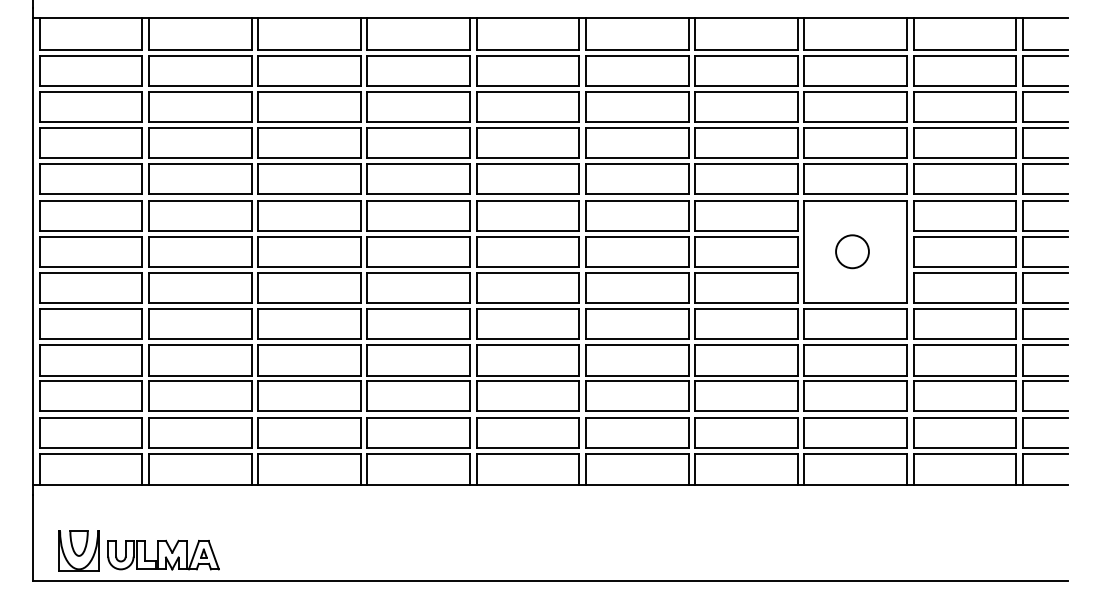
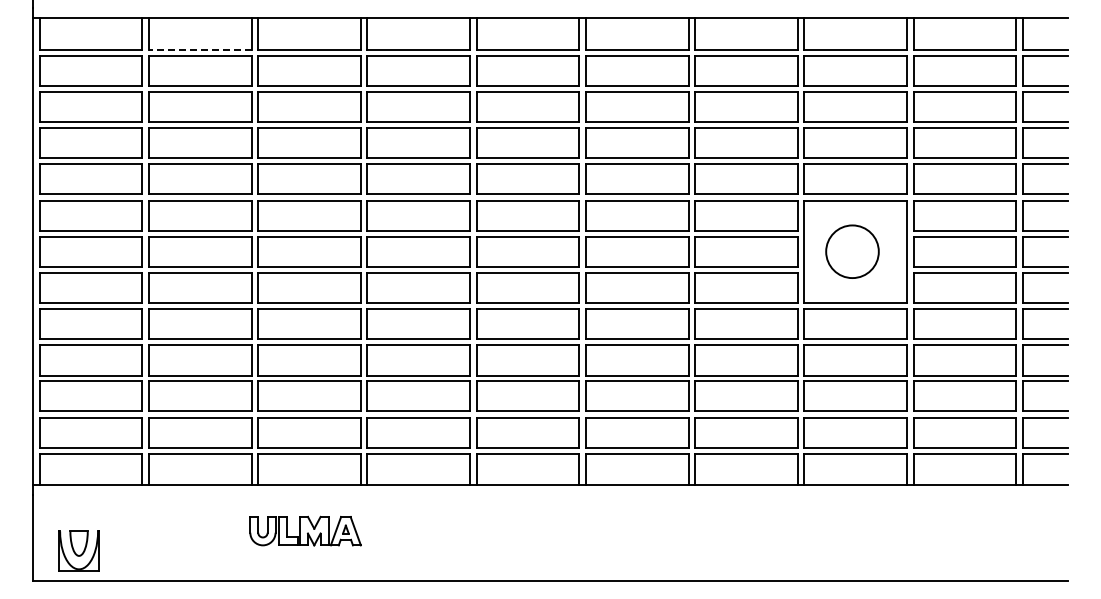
line at (199, 49): solid -> dashed
circle at (852, 251) diameter: 33 px -> 53 px
part at (163, 554) position: (163, 554) -> (305, 530)
